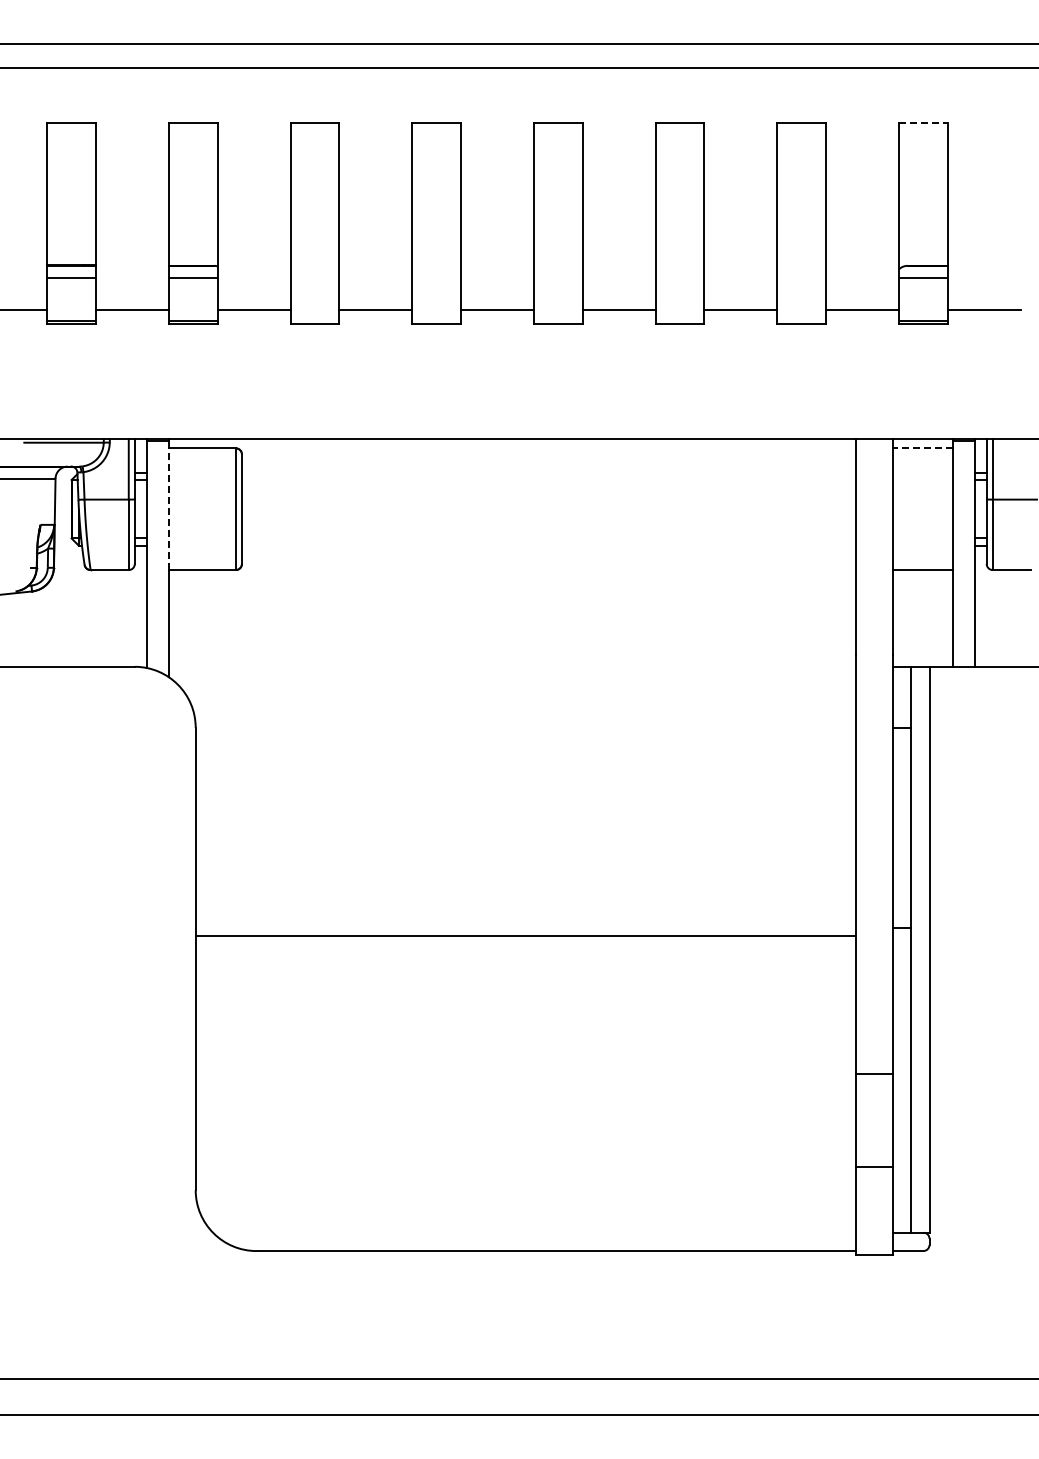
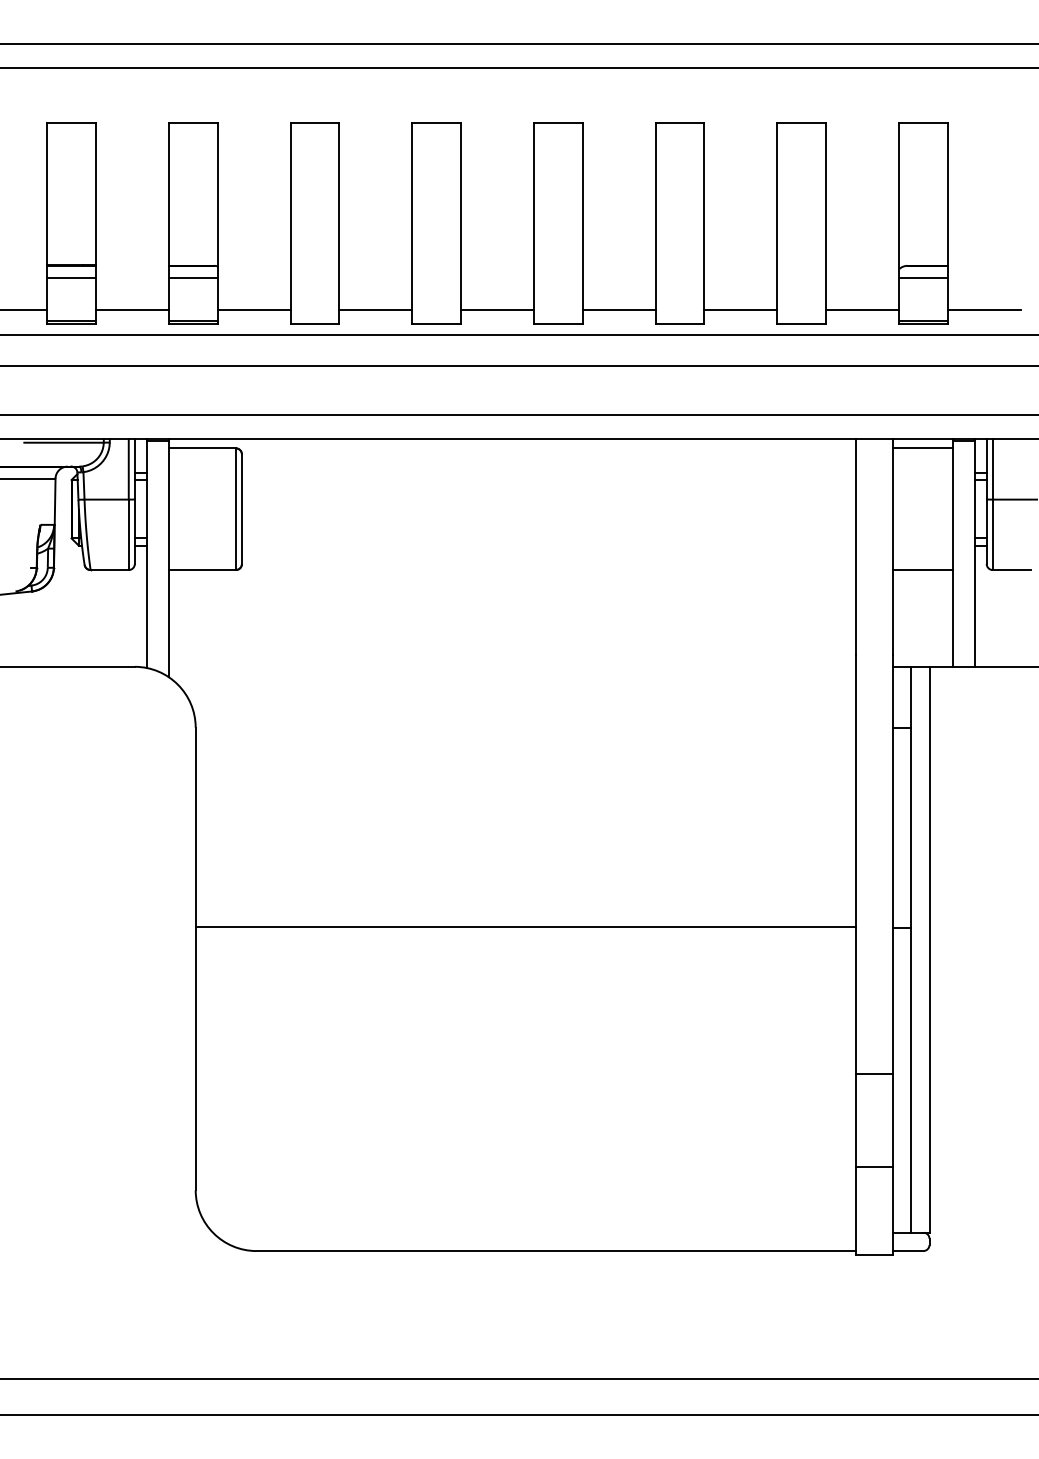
line at (923, 122): dashed -> solid
line at (518, 335): none -> present
line at (518, 366): none -> present
line at (518, 414): none -> present
line at (922, 448): dashed -> solid
line at (168, 509): dashed -> solid
line at (525, 935) position: (525, 935) -> (525, 926)
